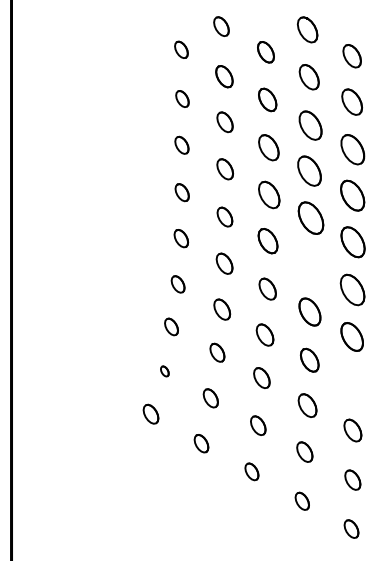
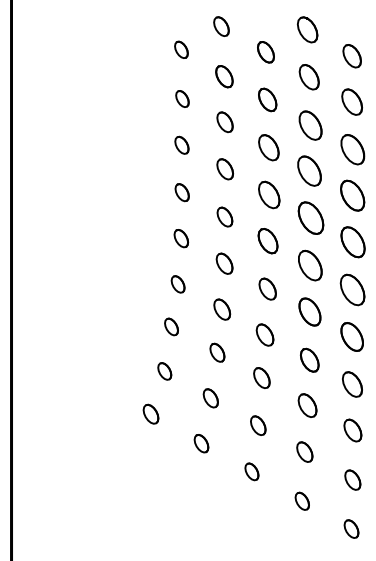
part at (310, 265): none -> present
part at (164, 371) size: 10x13 px -> 16x19 px
part at (352, 384): none -> present
